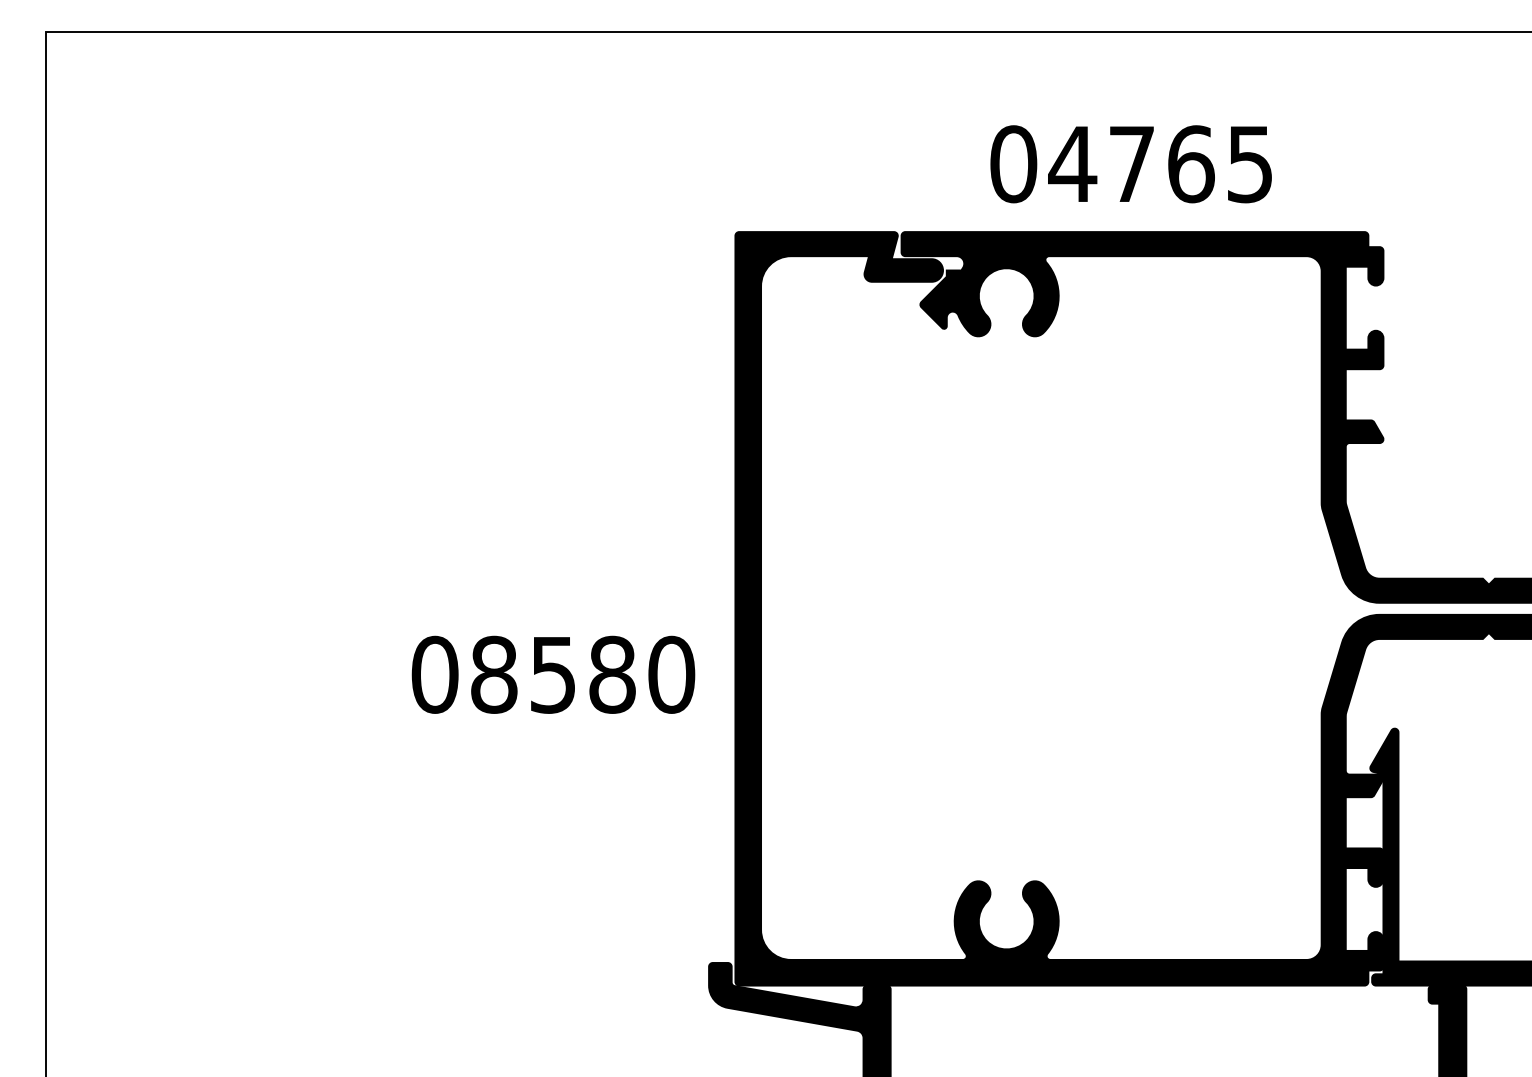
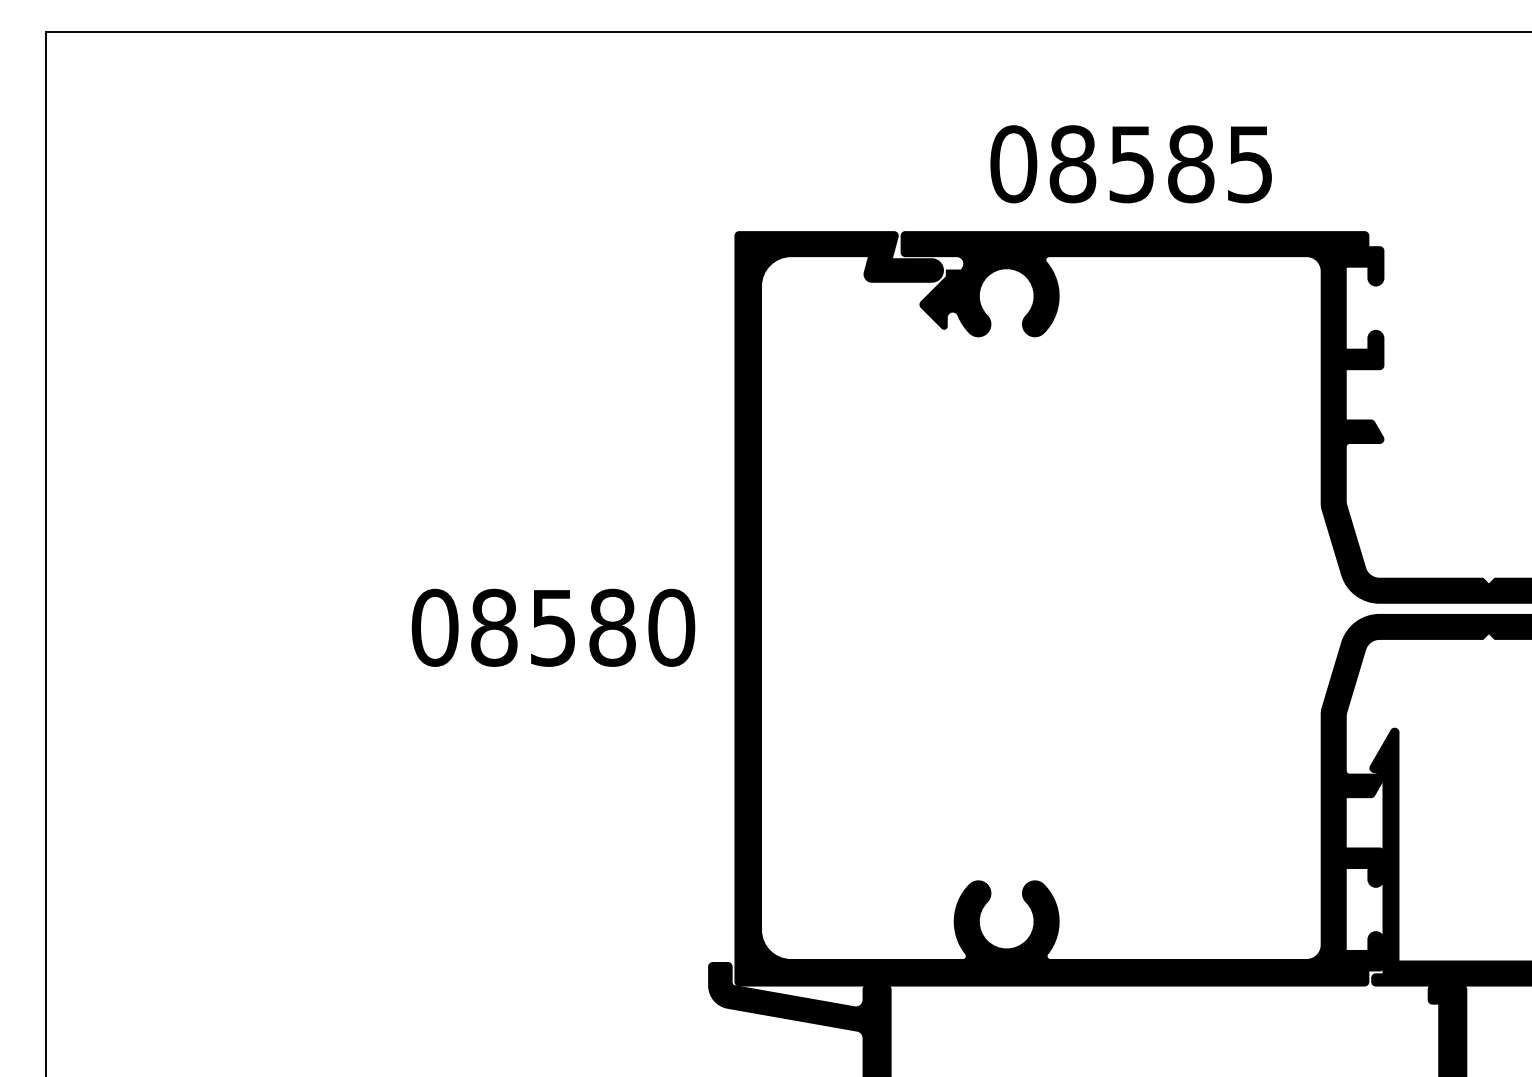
text at (1131, 164): 04765 -> 08585
text at (553, 674) position: (553, 674) -> (553, 627)
